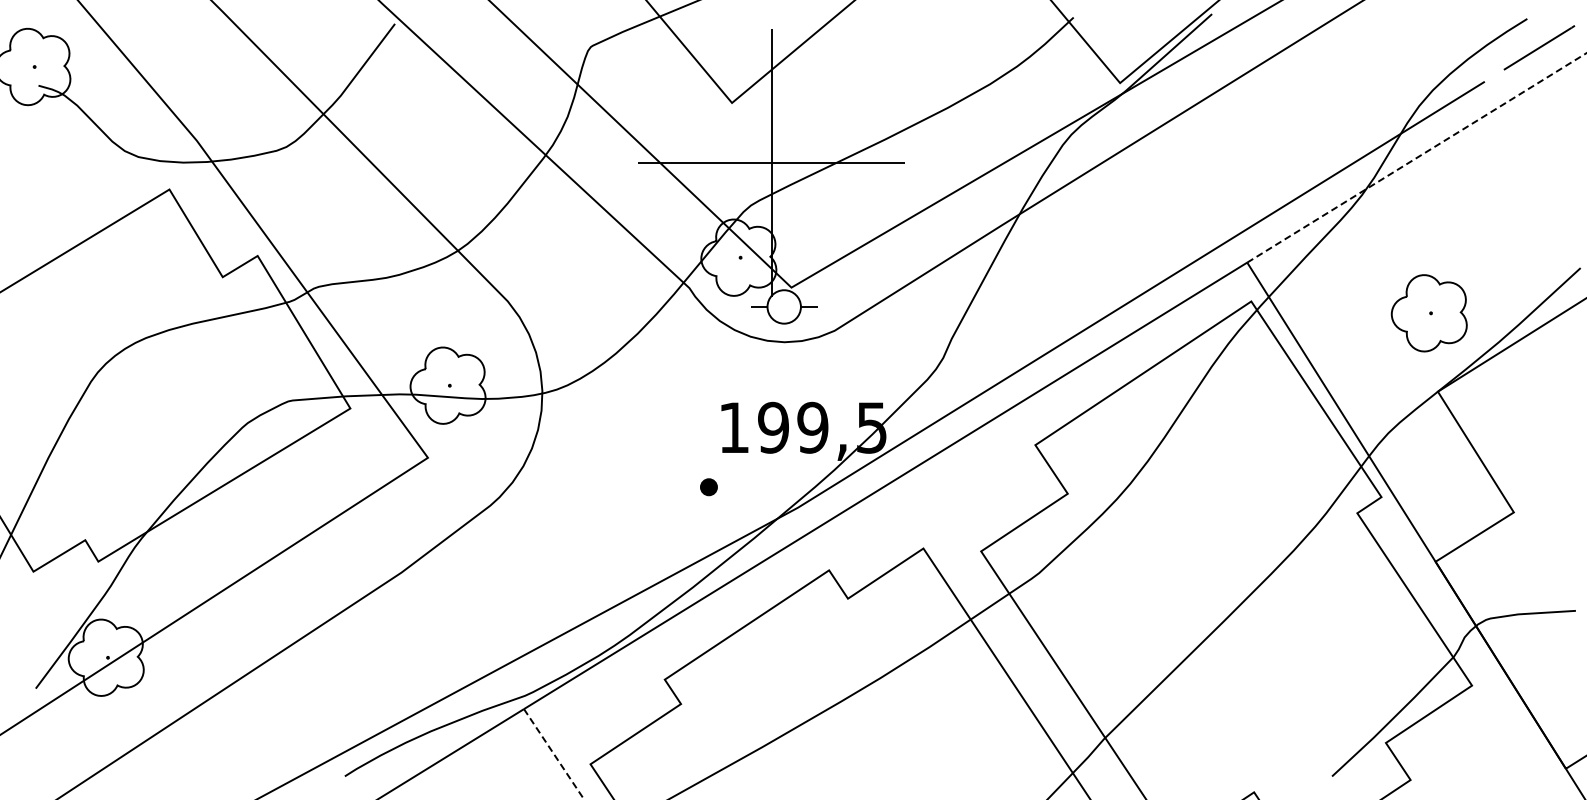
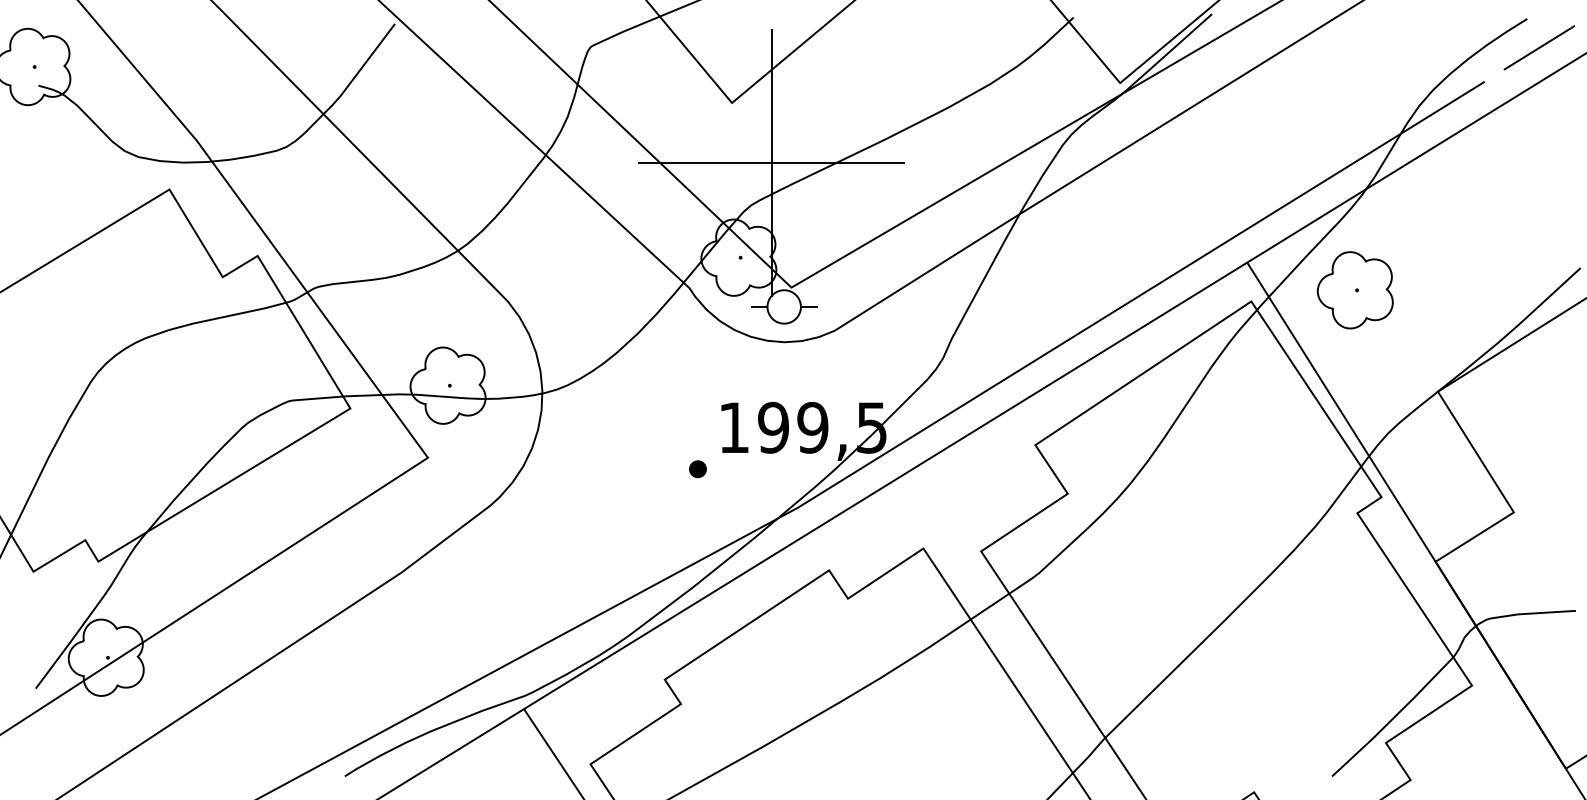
line at (1417, 157): dashed -> solid
part at (1428, 313) position: (1428, 313) -> (1354, 290)
part at (708, 487) position: (708, 487) -> (697, 469)
line at (554, 754): dashed -> solid
